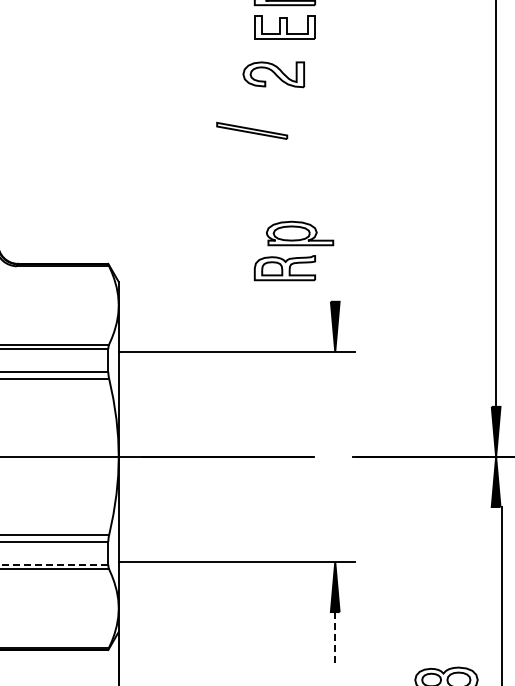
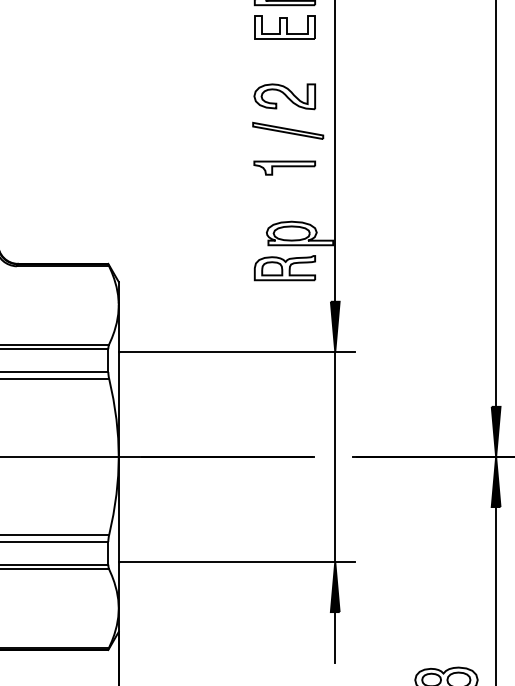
part at (273, 74) position: (273, 74) -> (284, 96)
part at (252, 130) position: (252, 130) -> (288, 130)
line at (335, 151): none -> present
part at (284, 167): none -> present
line at (335, 456): none -> present
line at (54, 564): dashed -> solid
line at (502, 594) position: (502, 594) -> (496, 594)
line at (335, 636): dashed -> solid
